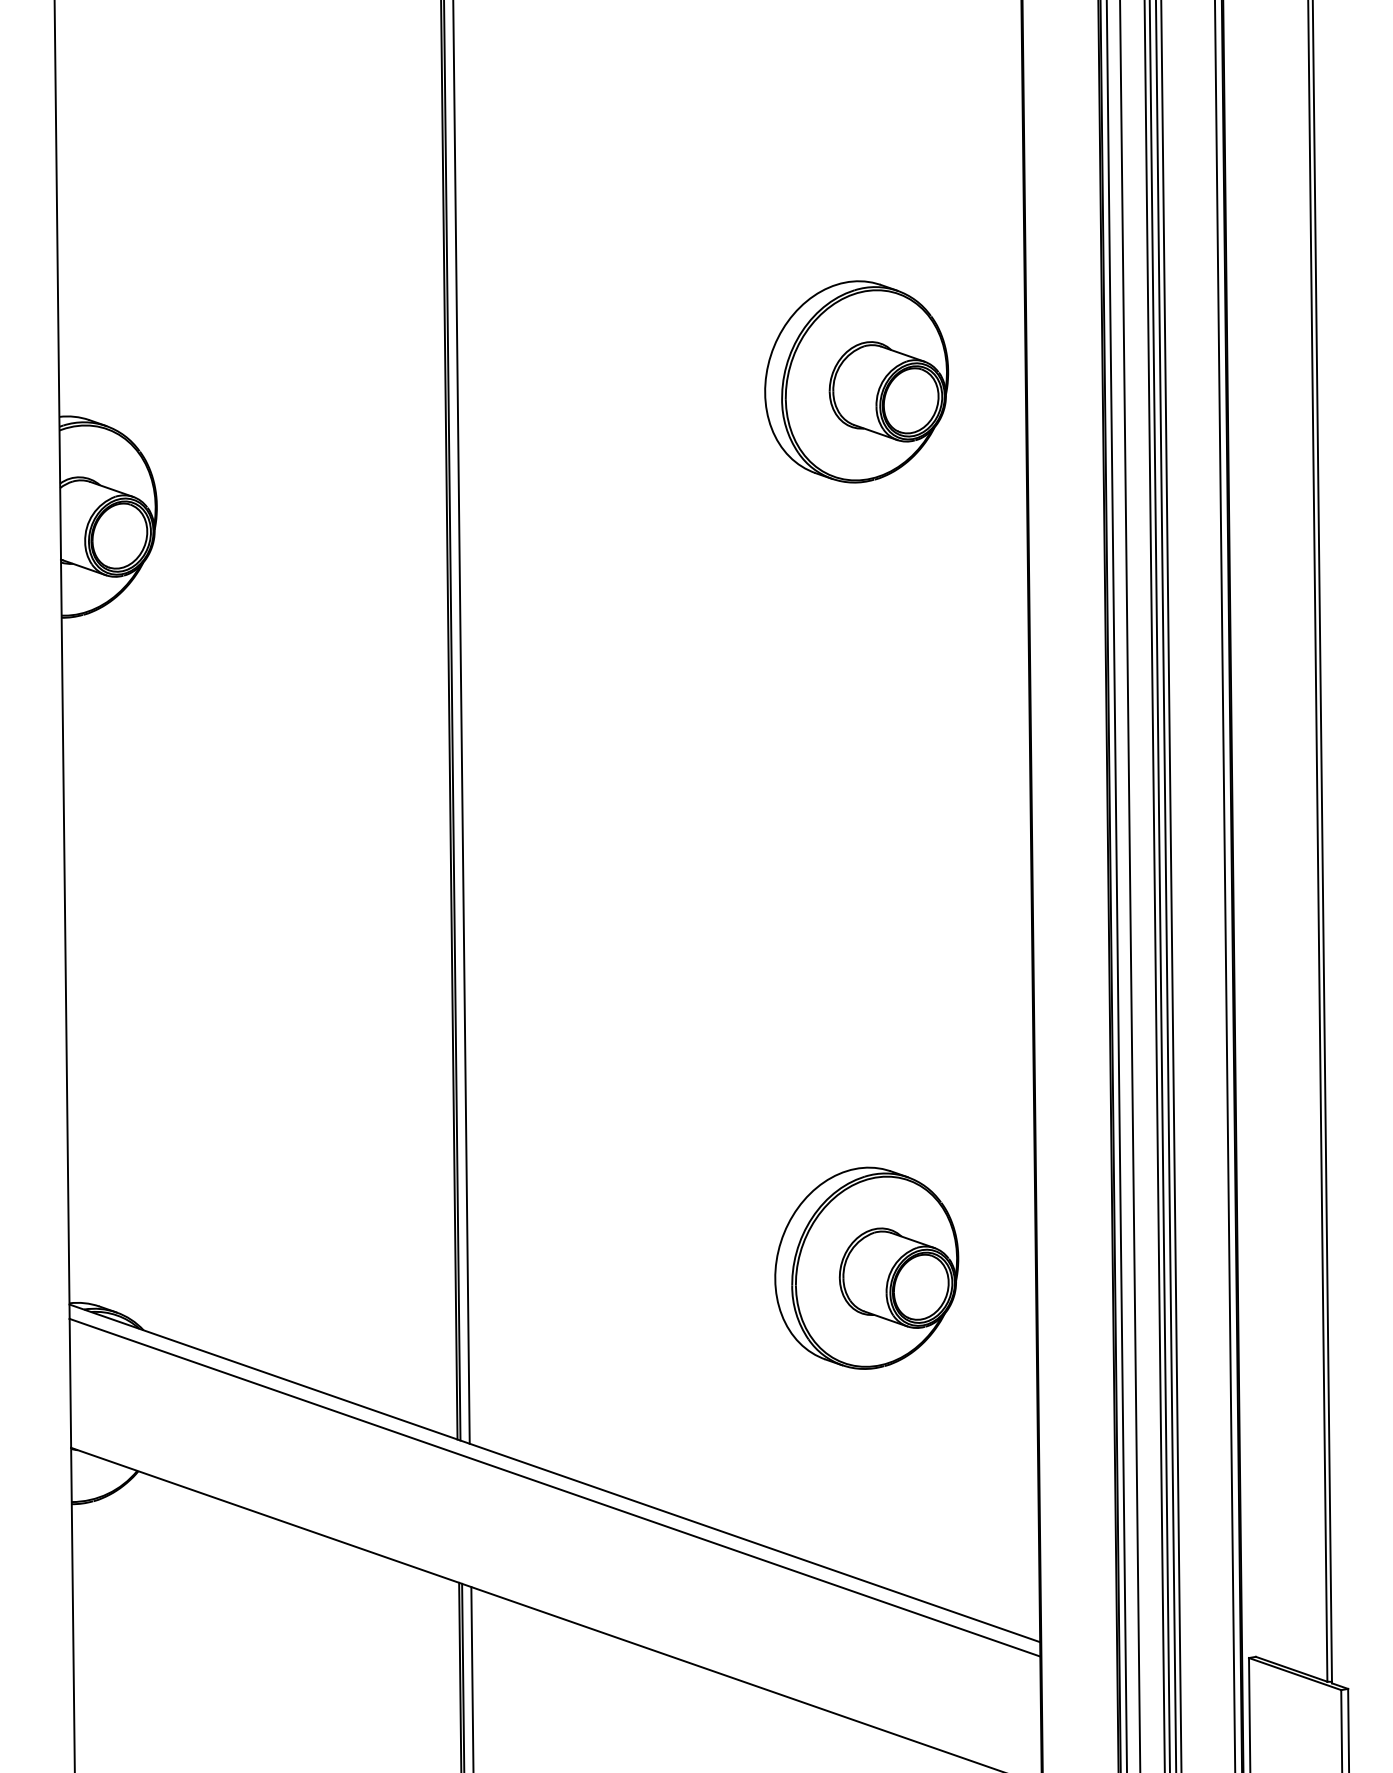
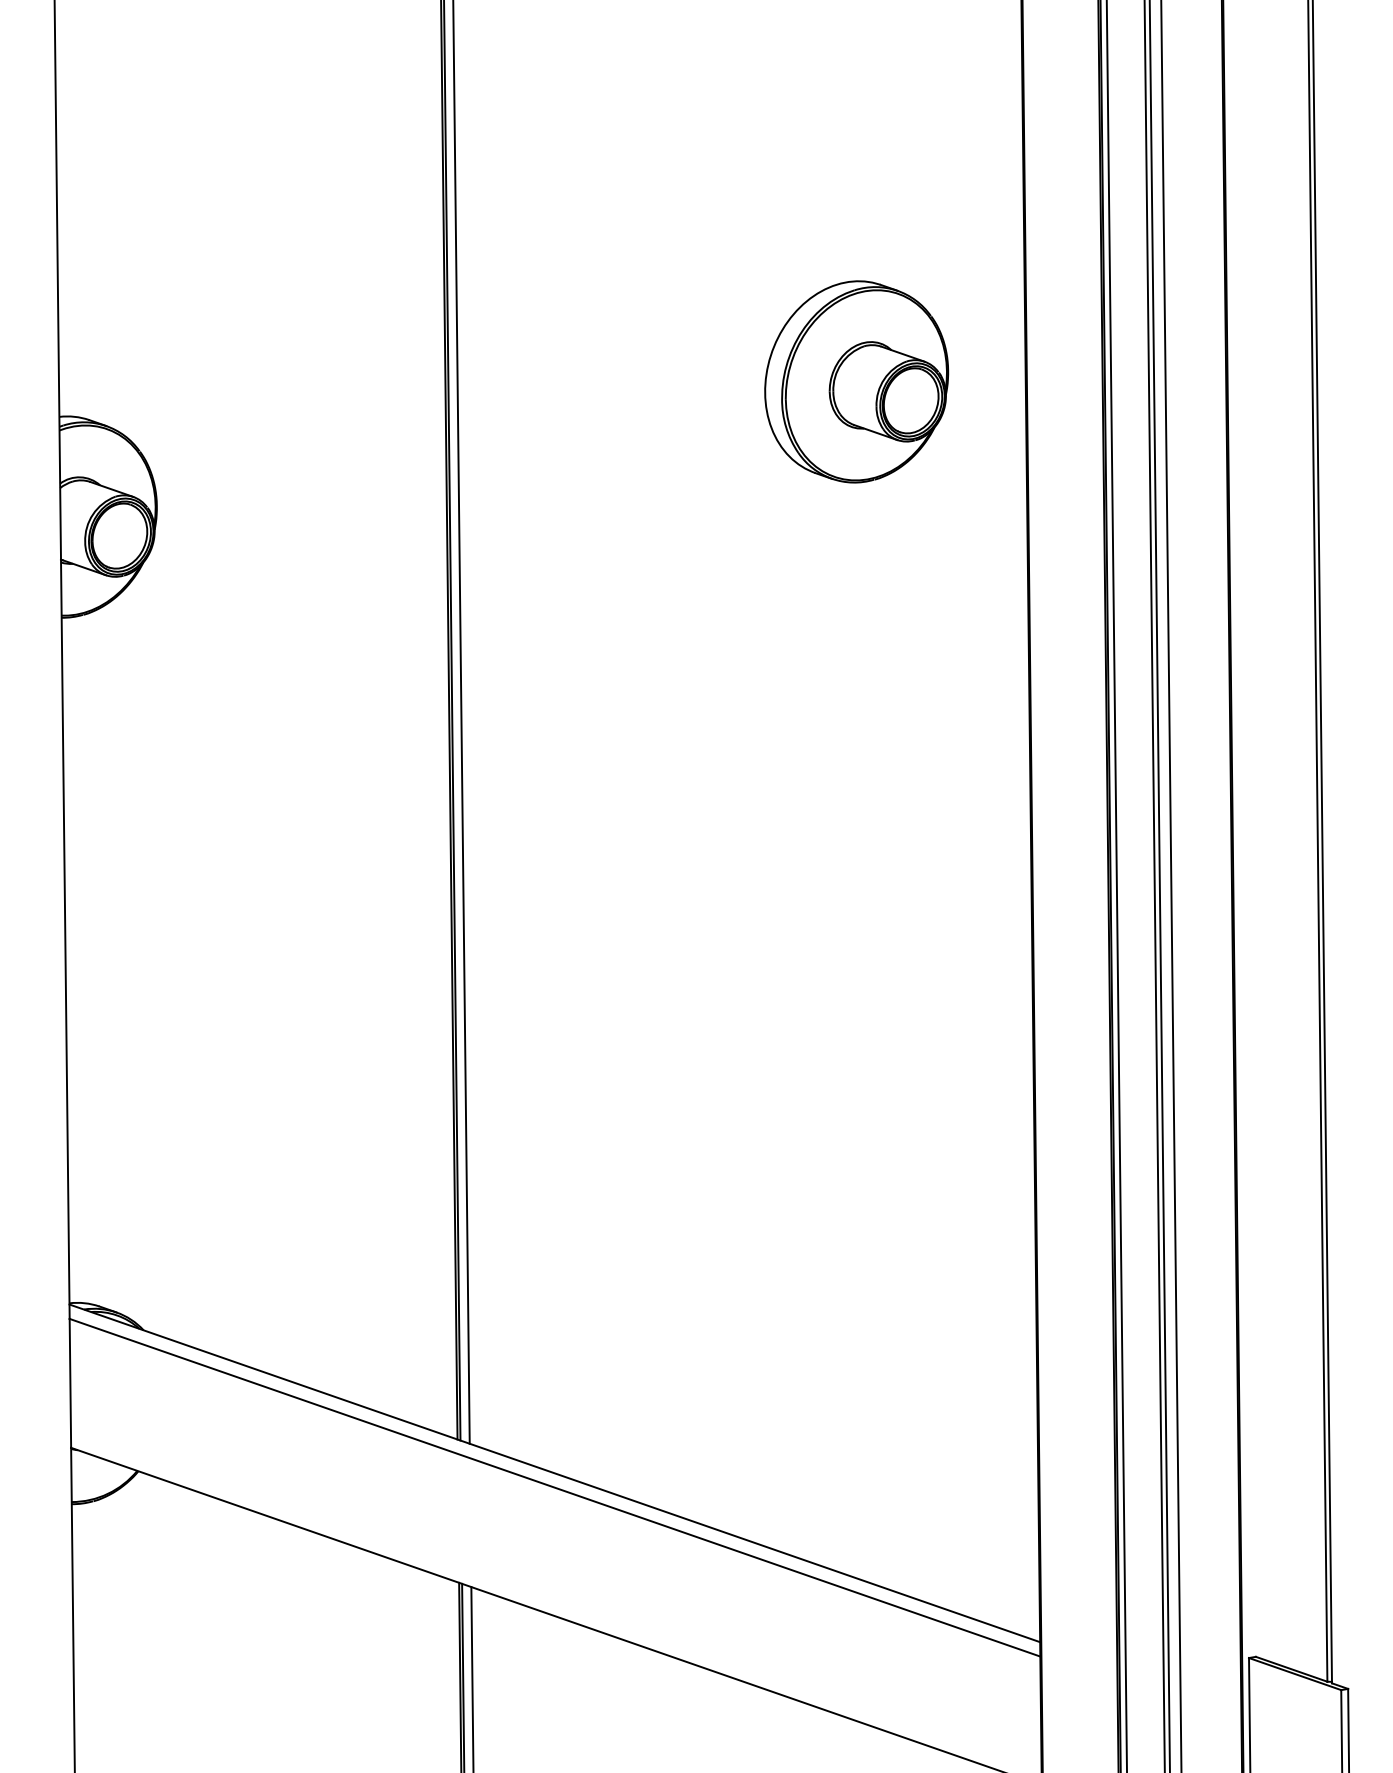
line at (1130, 885): present -> none
line at (1166, 885): present -> none
line at (1225, 885): present -> none
part at (866, 1267): present -> none
